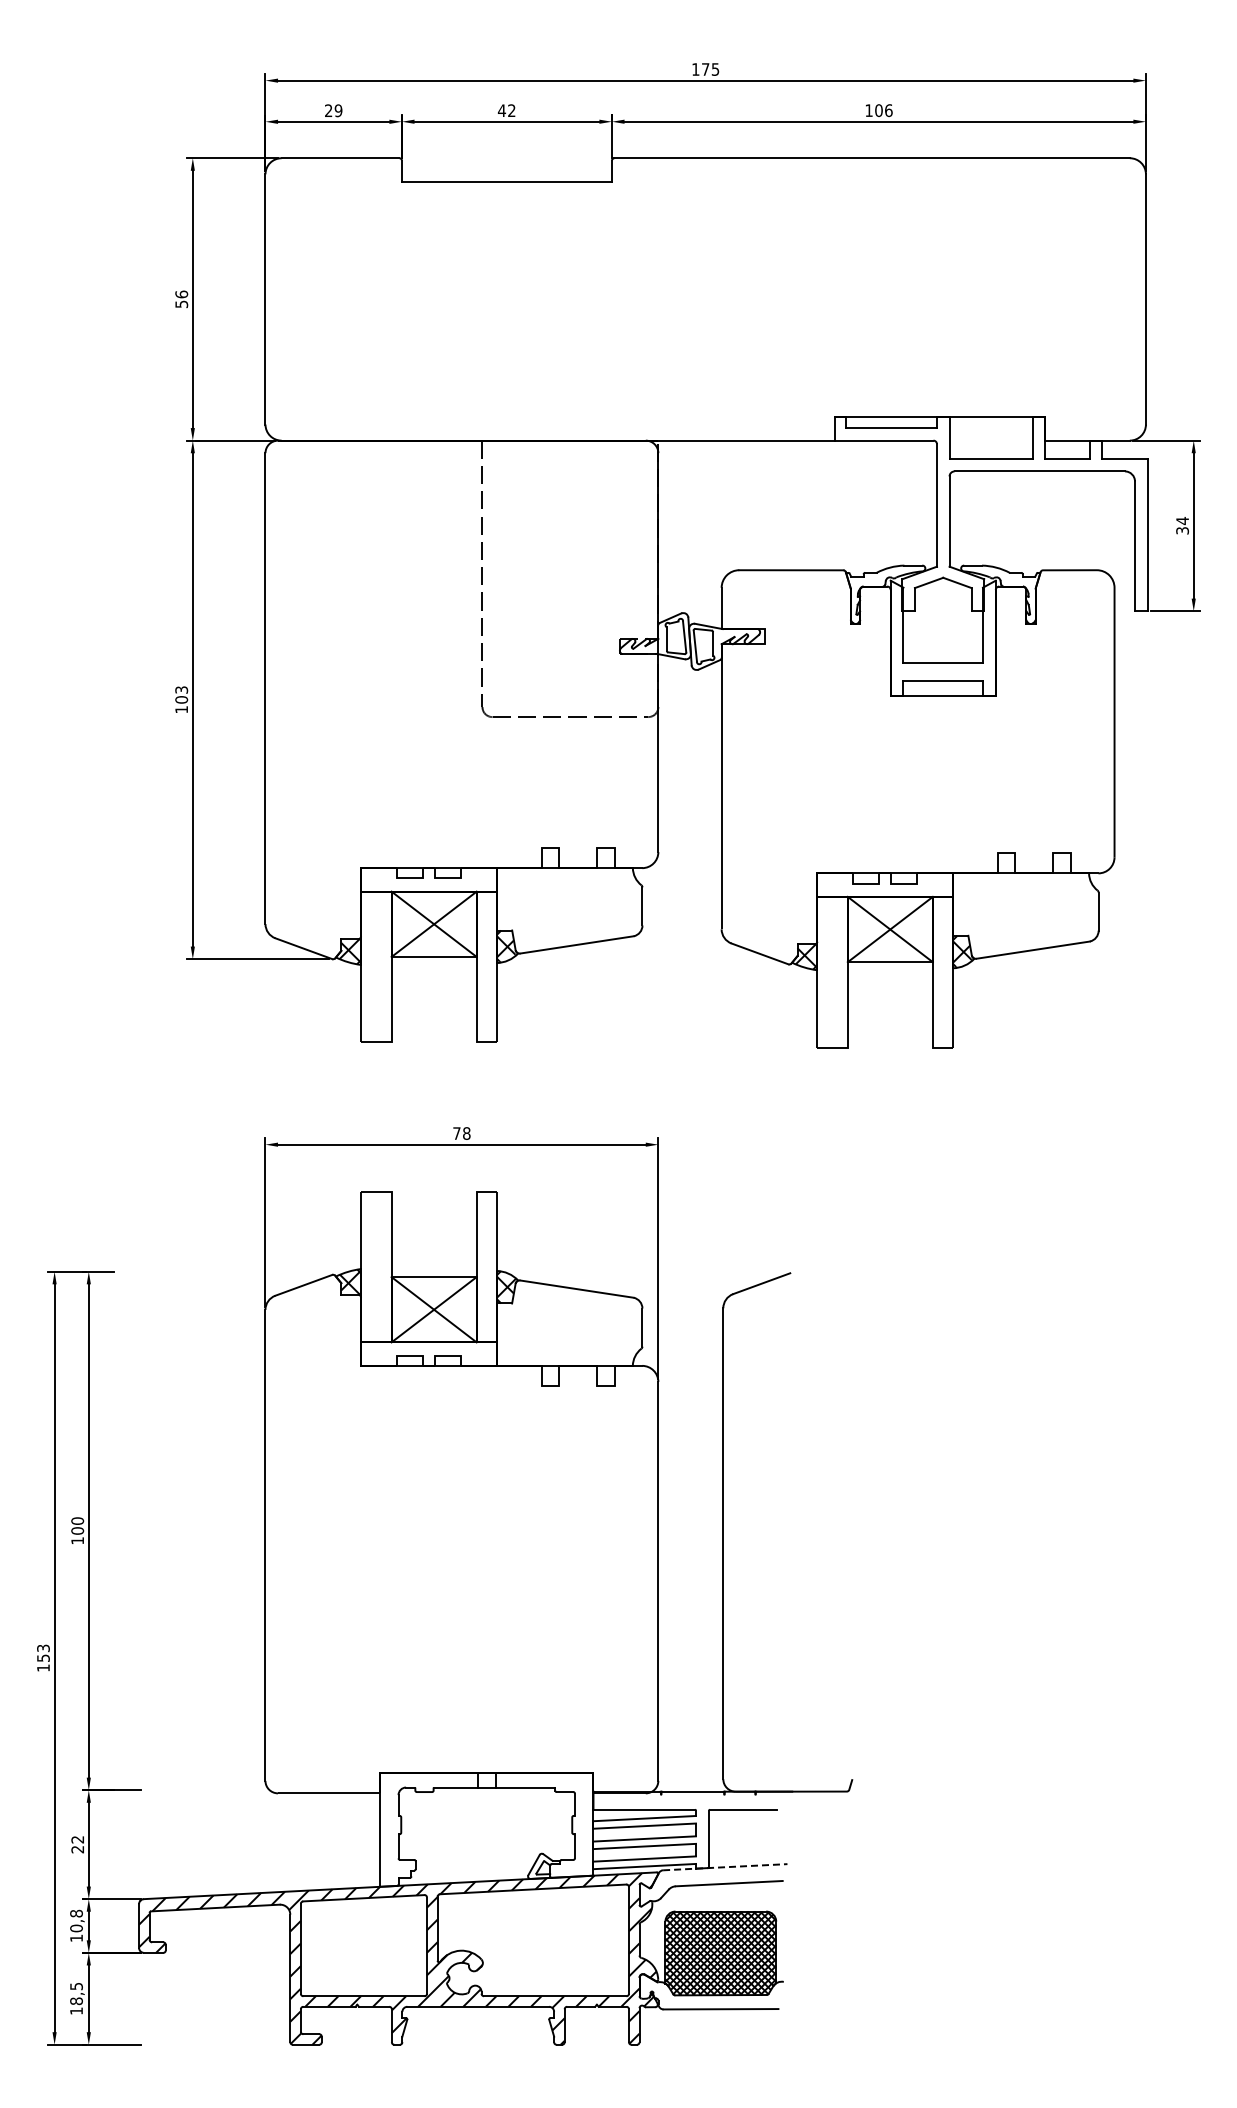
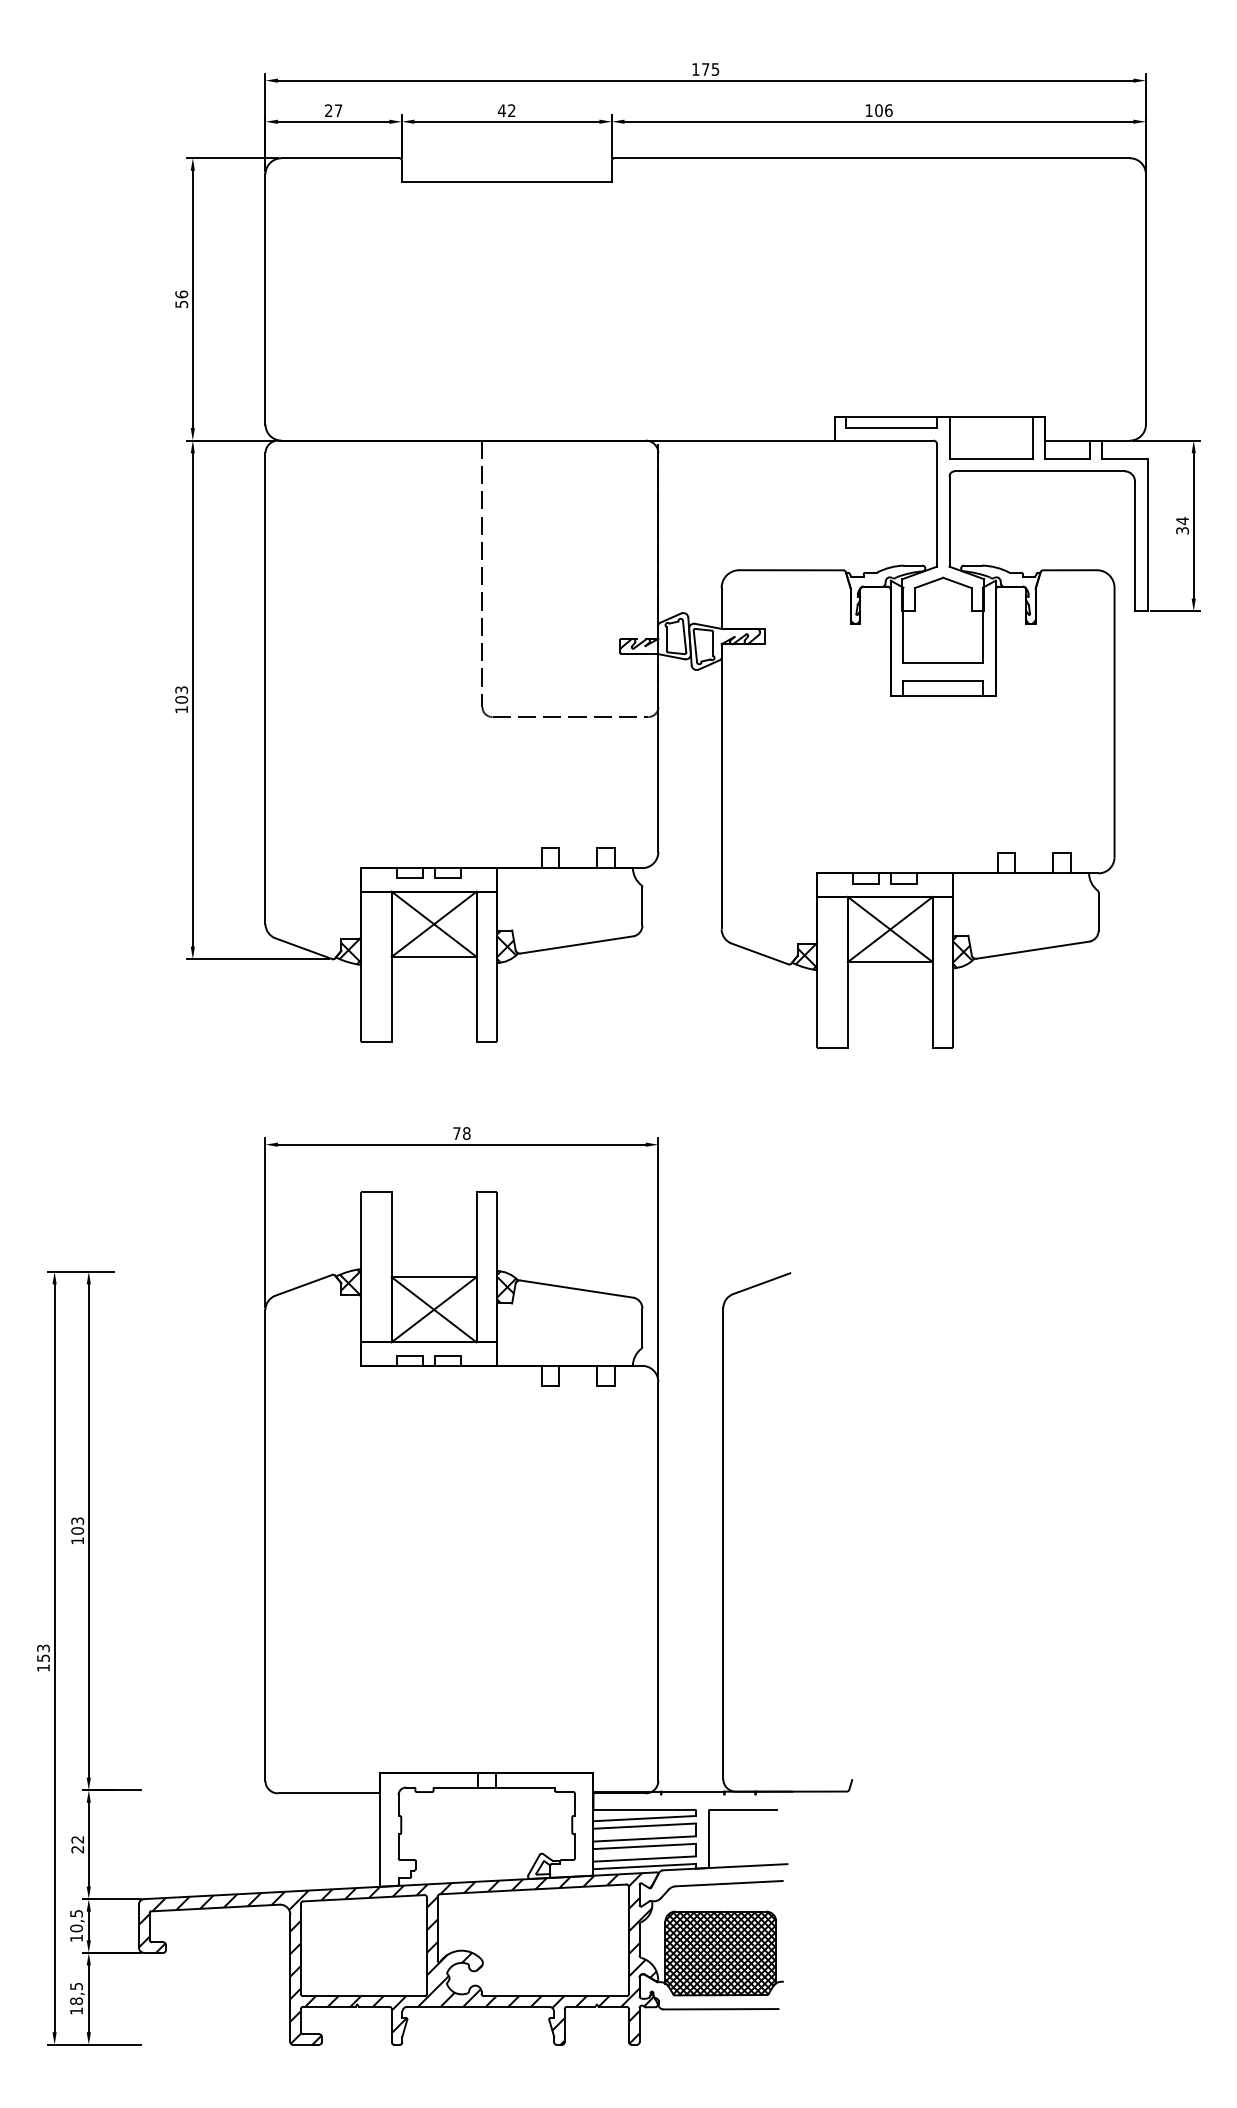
text at (338, 110): 29 -> 27
text at (77, 1520): 100 -> 103
line at (725, 1867): dashed -> solid
text at (76, 1913): 10,8 -> 10,5
